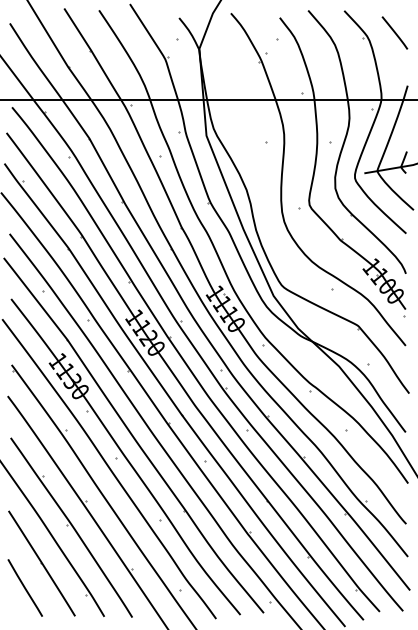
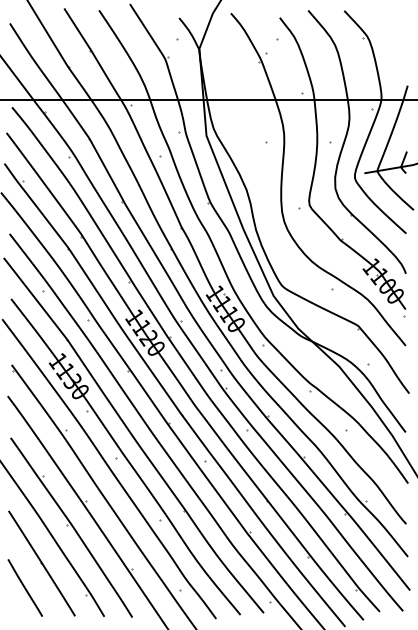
line at (394, 32): present -> none
